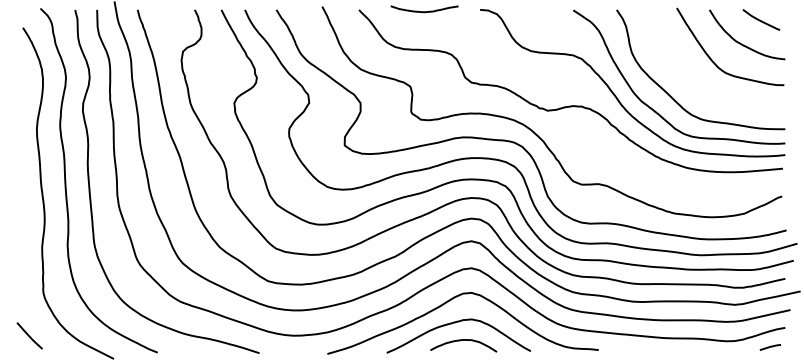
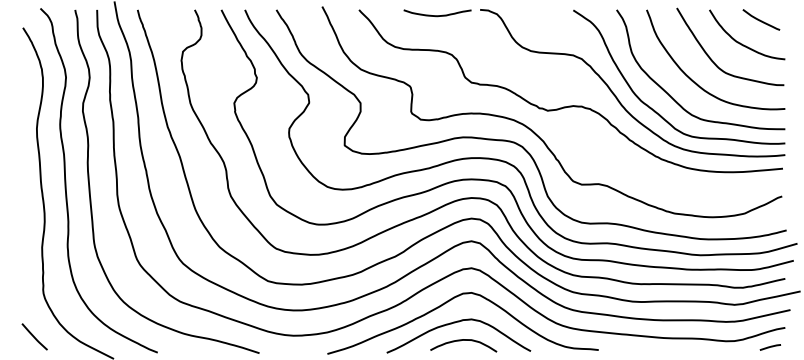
curve at (424, 11) position: (424, 11) -> (437, 15)
curve at (696, 82): none -> present
line at (29, 335) position: (29, 335) -> (34, 336)
